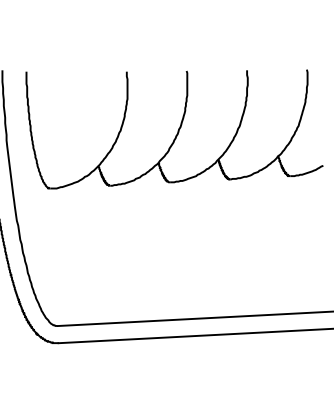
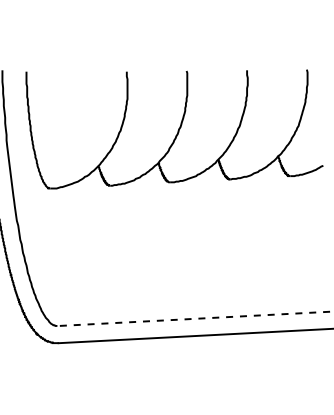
line at (195, 318): solid -> dashed
